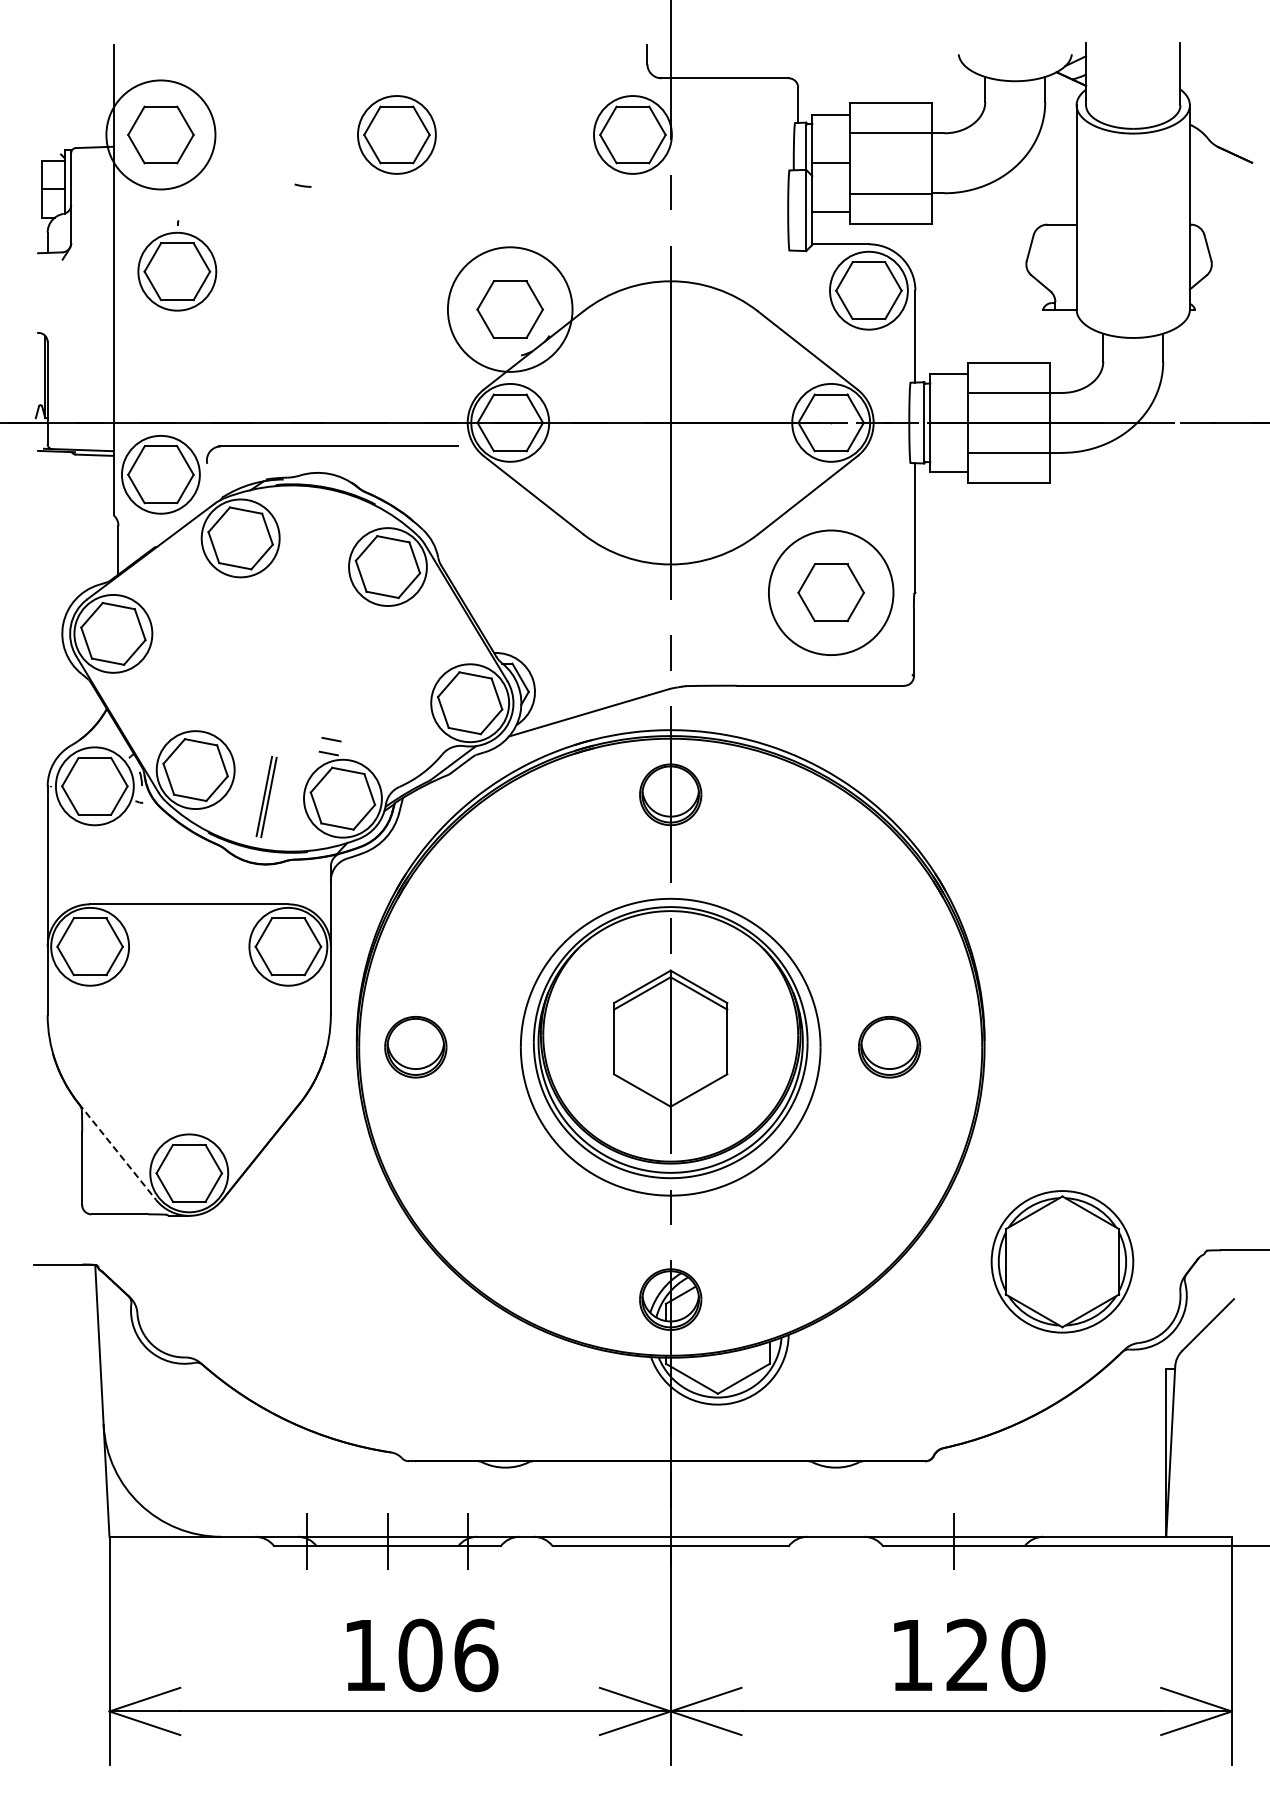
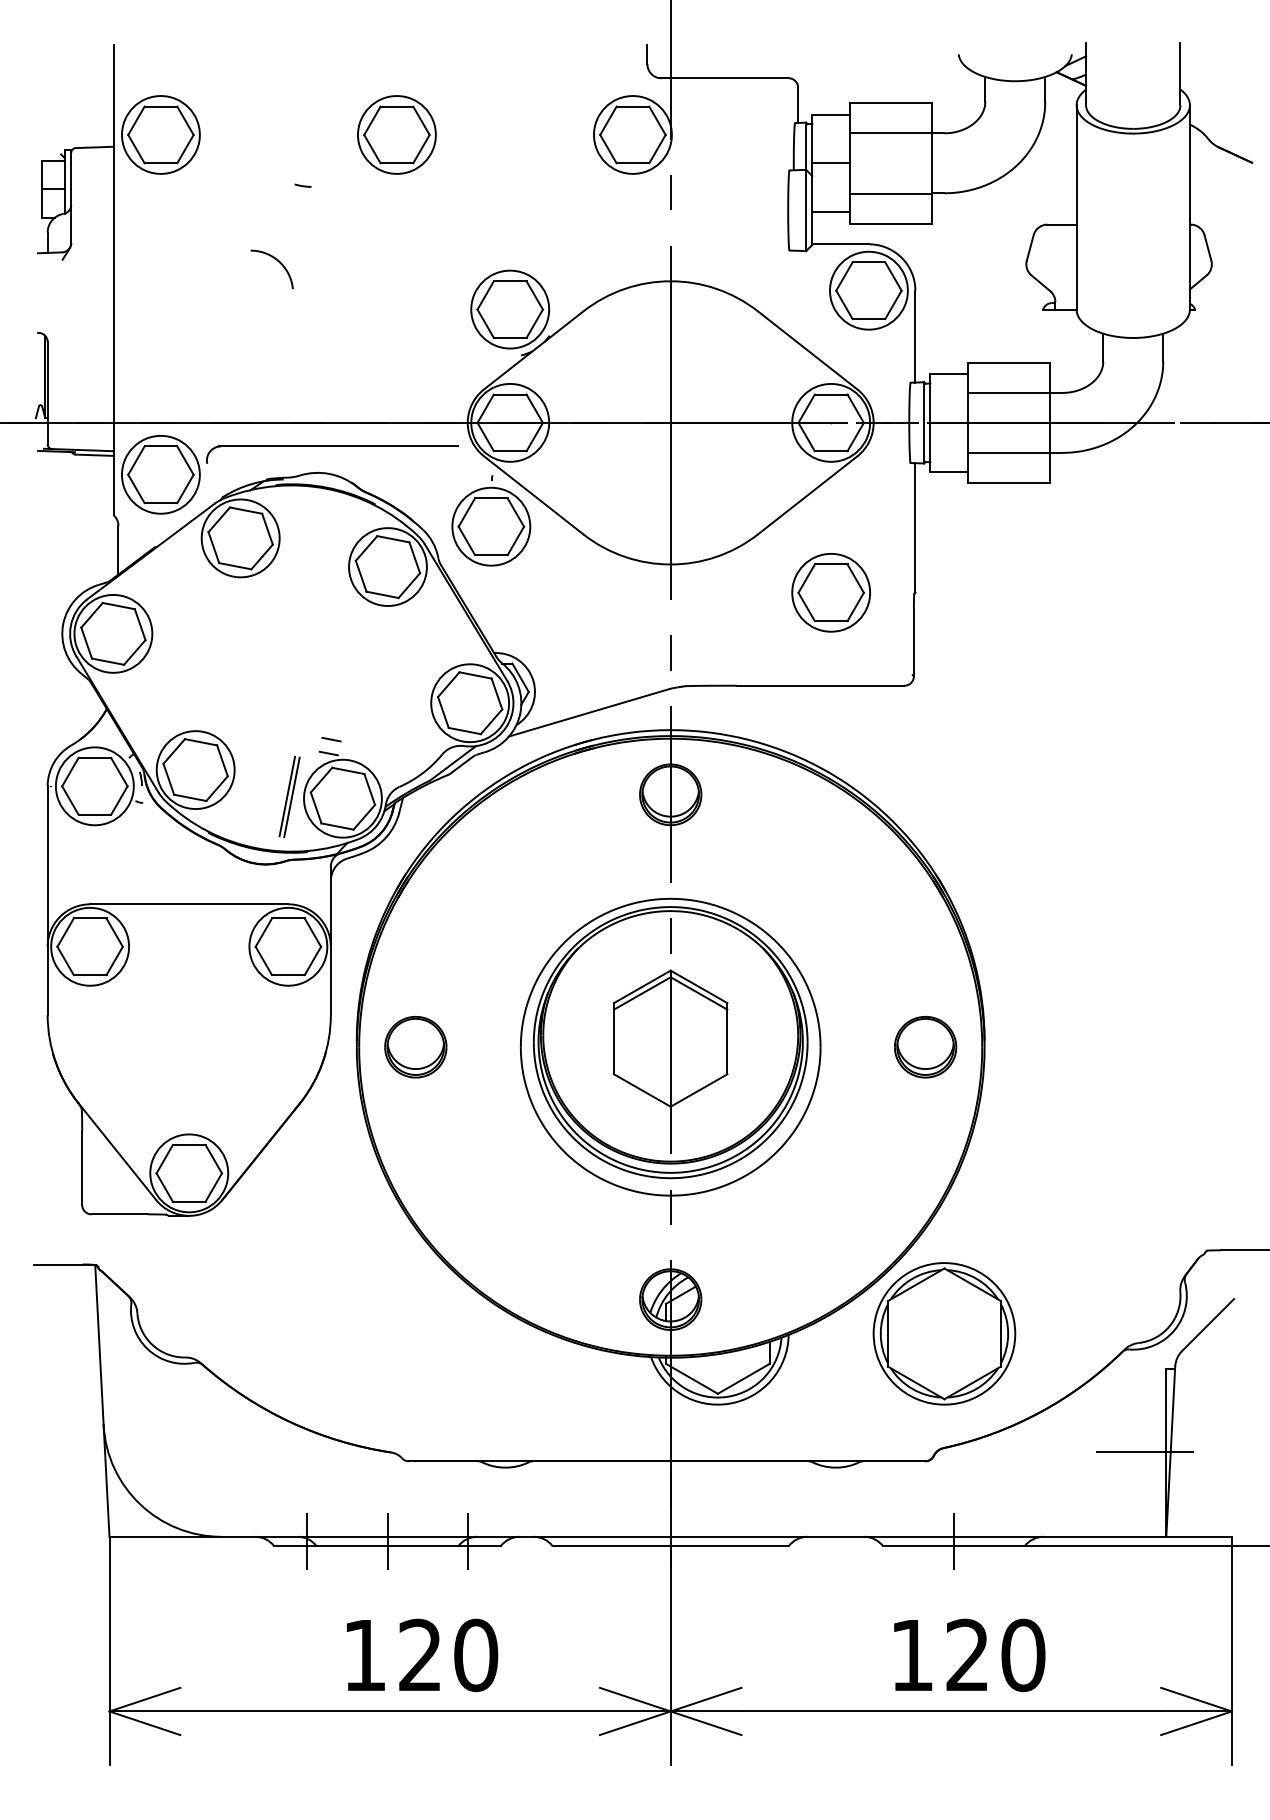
circle at (160, 134) diameter: 109 px -> 78 px
curve at (278, 262): none -> present
part at (177, 265) position: (177, 265) -> (491, 520)
circle at (509, 309) diameter: 125 px -> 78 px
circle at (830, 592) diameter: 125 px -> 78 px
part at (266, 797) position: (266, 797) -> (289, 797)
part at (889, 1047) position: (889, 1047) -> (925, 1047)
line at (117, 1151): dashed -> solid
part at (1062, 1261) position: (1062, 1261) -> (944, 1333)
line at (1144, 1451): none -> present
text at (448, 1655): 106 -> 120
